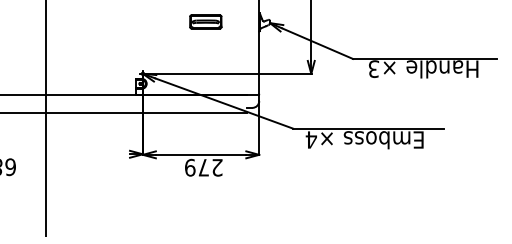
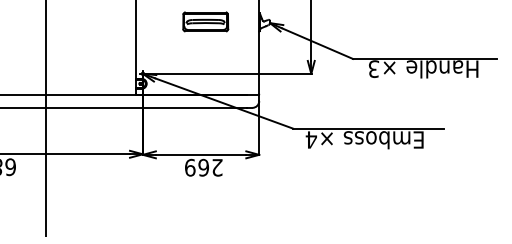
part at (205, 21) size: 34x16 px -> 48x22 px
line at (135, 40): none -> present
line at (124, 112) position: (124, 112) -> (124, 107)
line at (66, 154): none -> present
text at (203, 167): 279 -> 269
